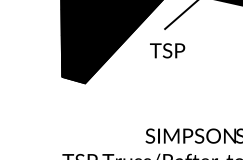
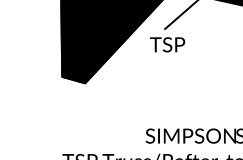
text at (167, 50) position: (167, 50) -> (167, 44)
